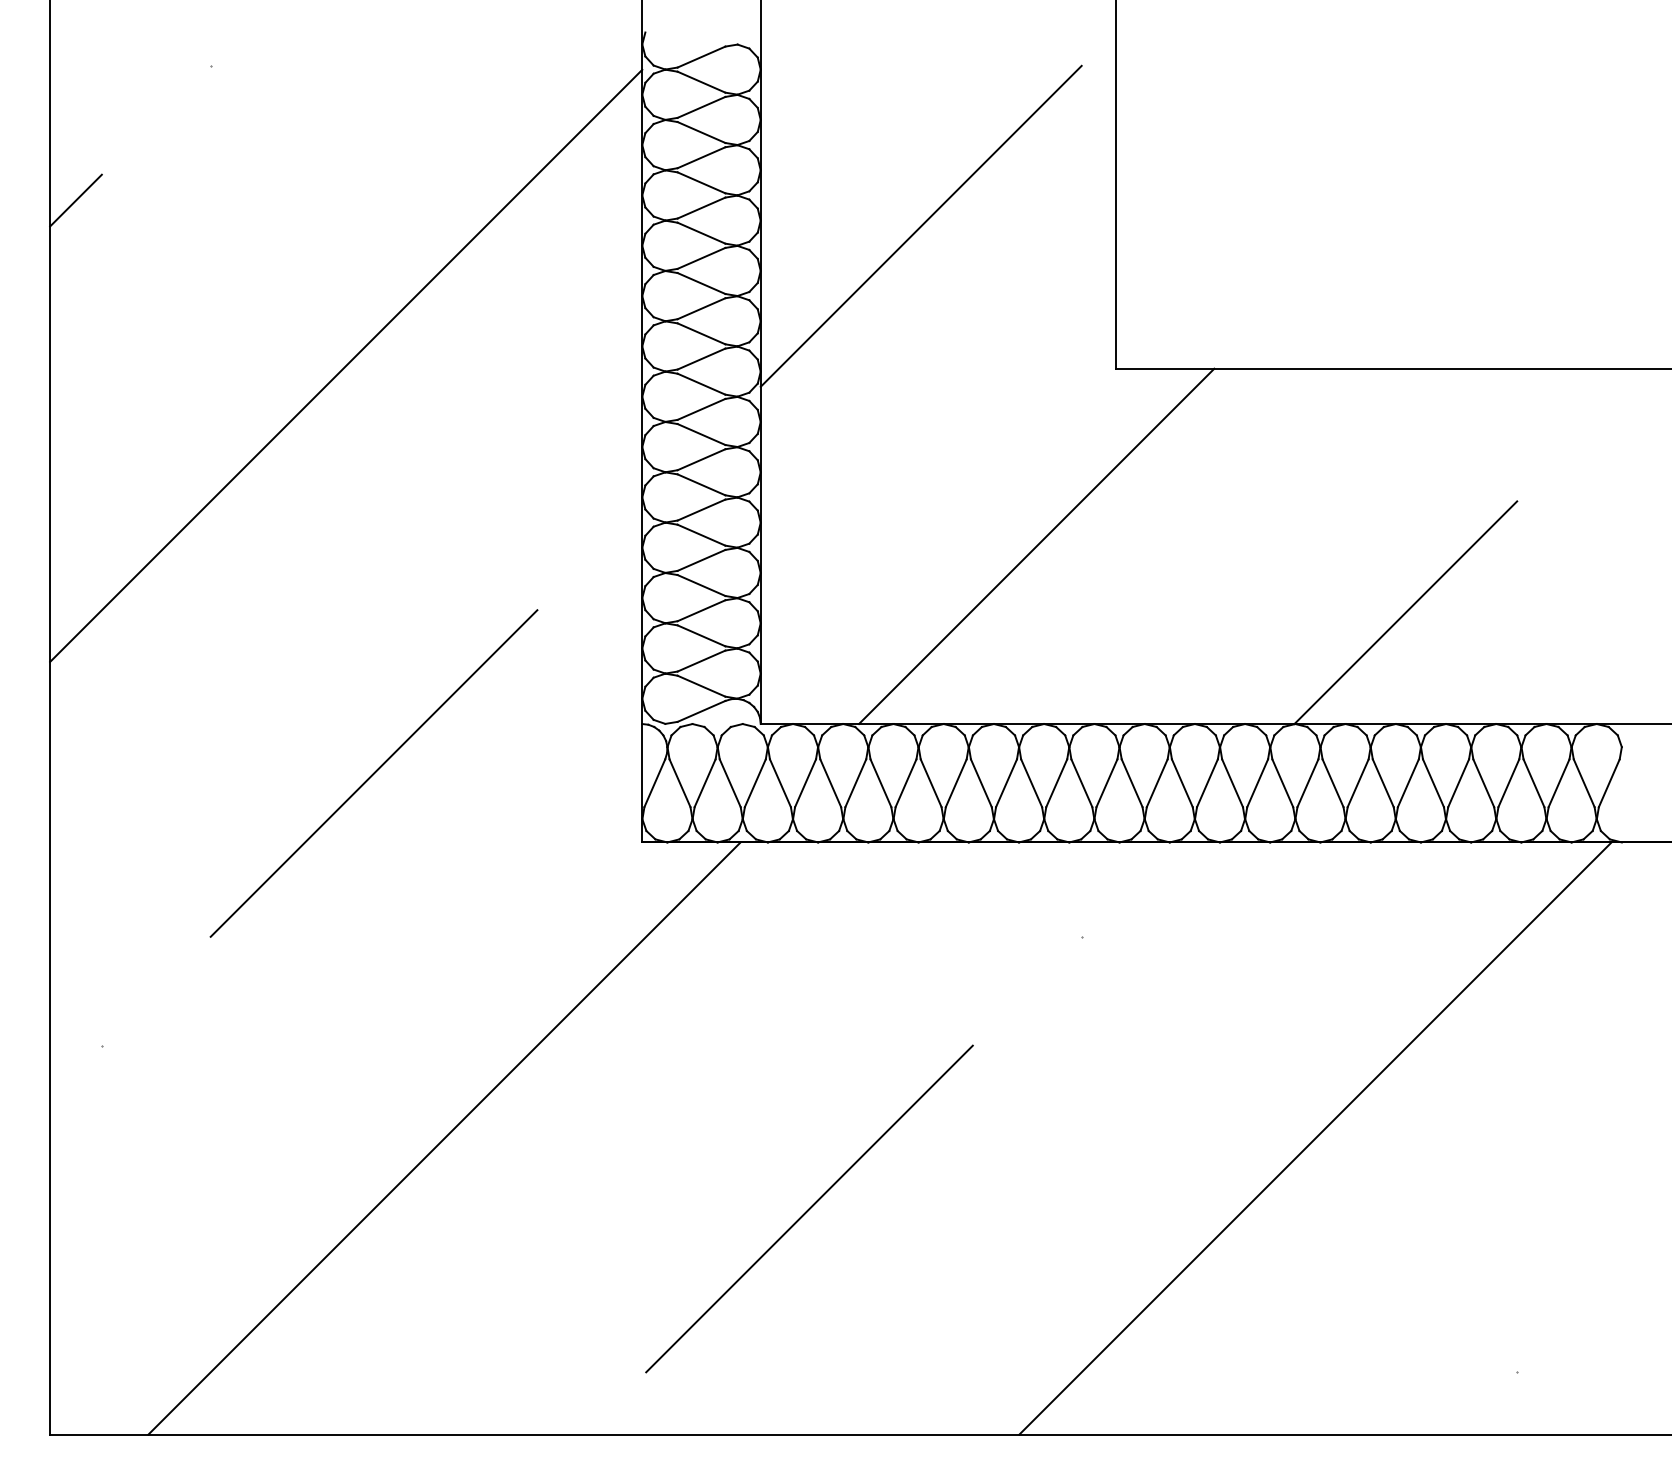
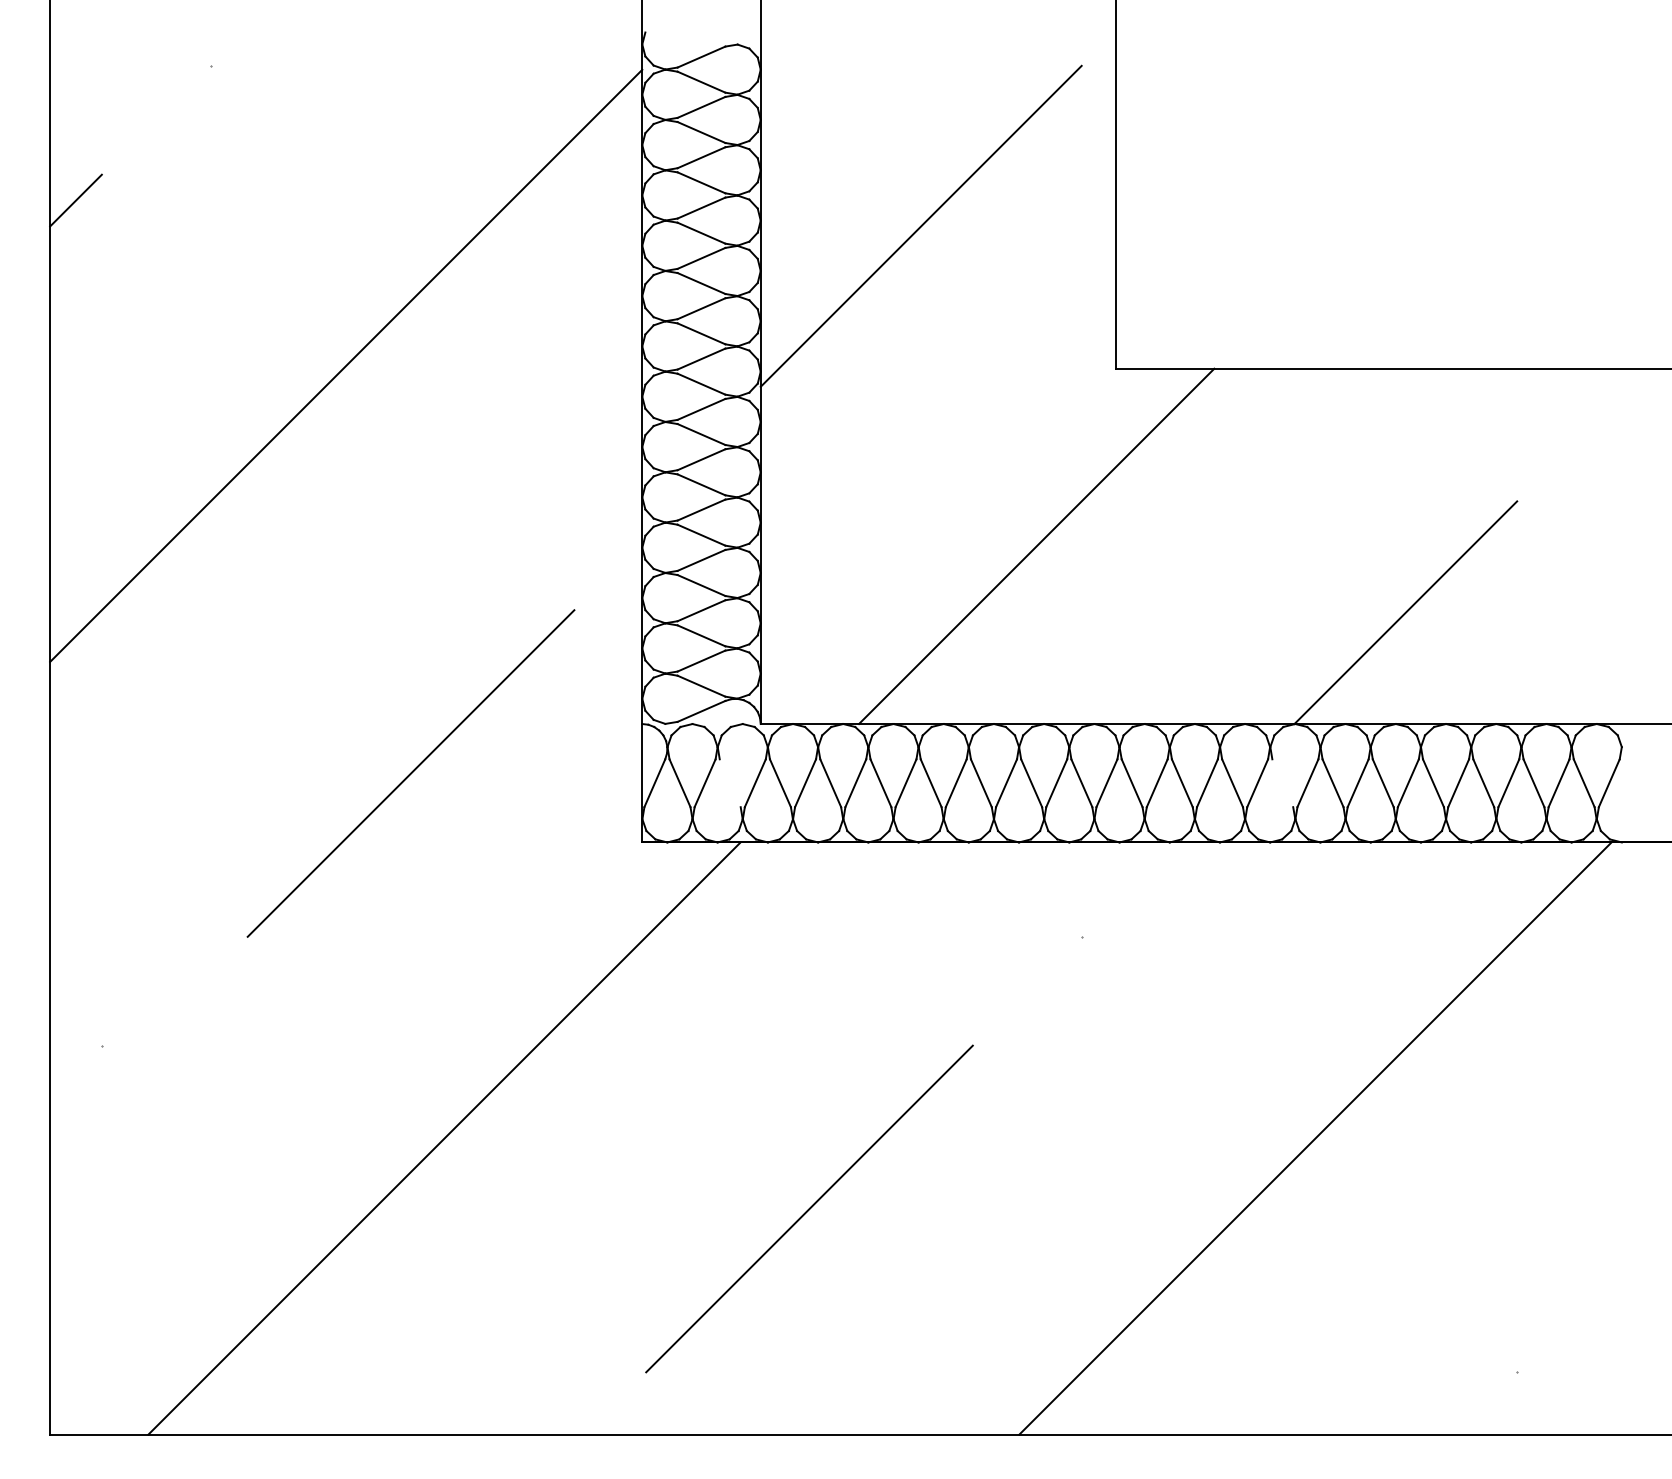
line at (373, 773) position: (373, 773) -> (410, 773)
line at (729, 783): present -> none
line at (1282, 783): present -> none
